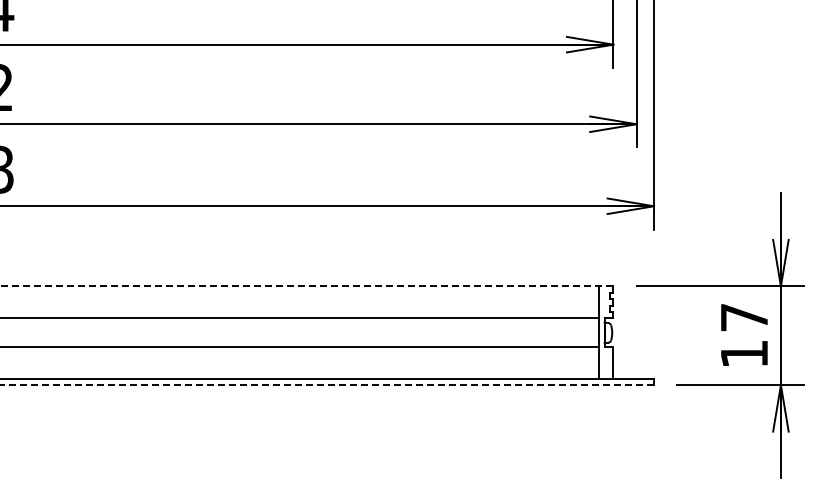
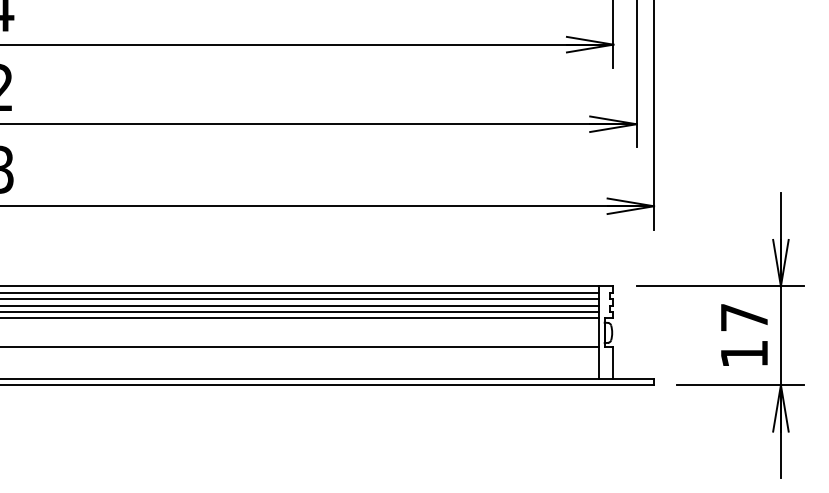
line at (306, 286): dashed -> solid
line at (300, 292): none -> present
line at (300, 299): none -> present
line at (300, 305): none -> present
line at (300, 311): none -> present
line at (327, 385): dashed -> solid
